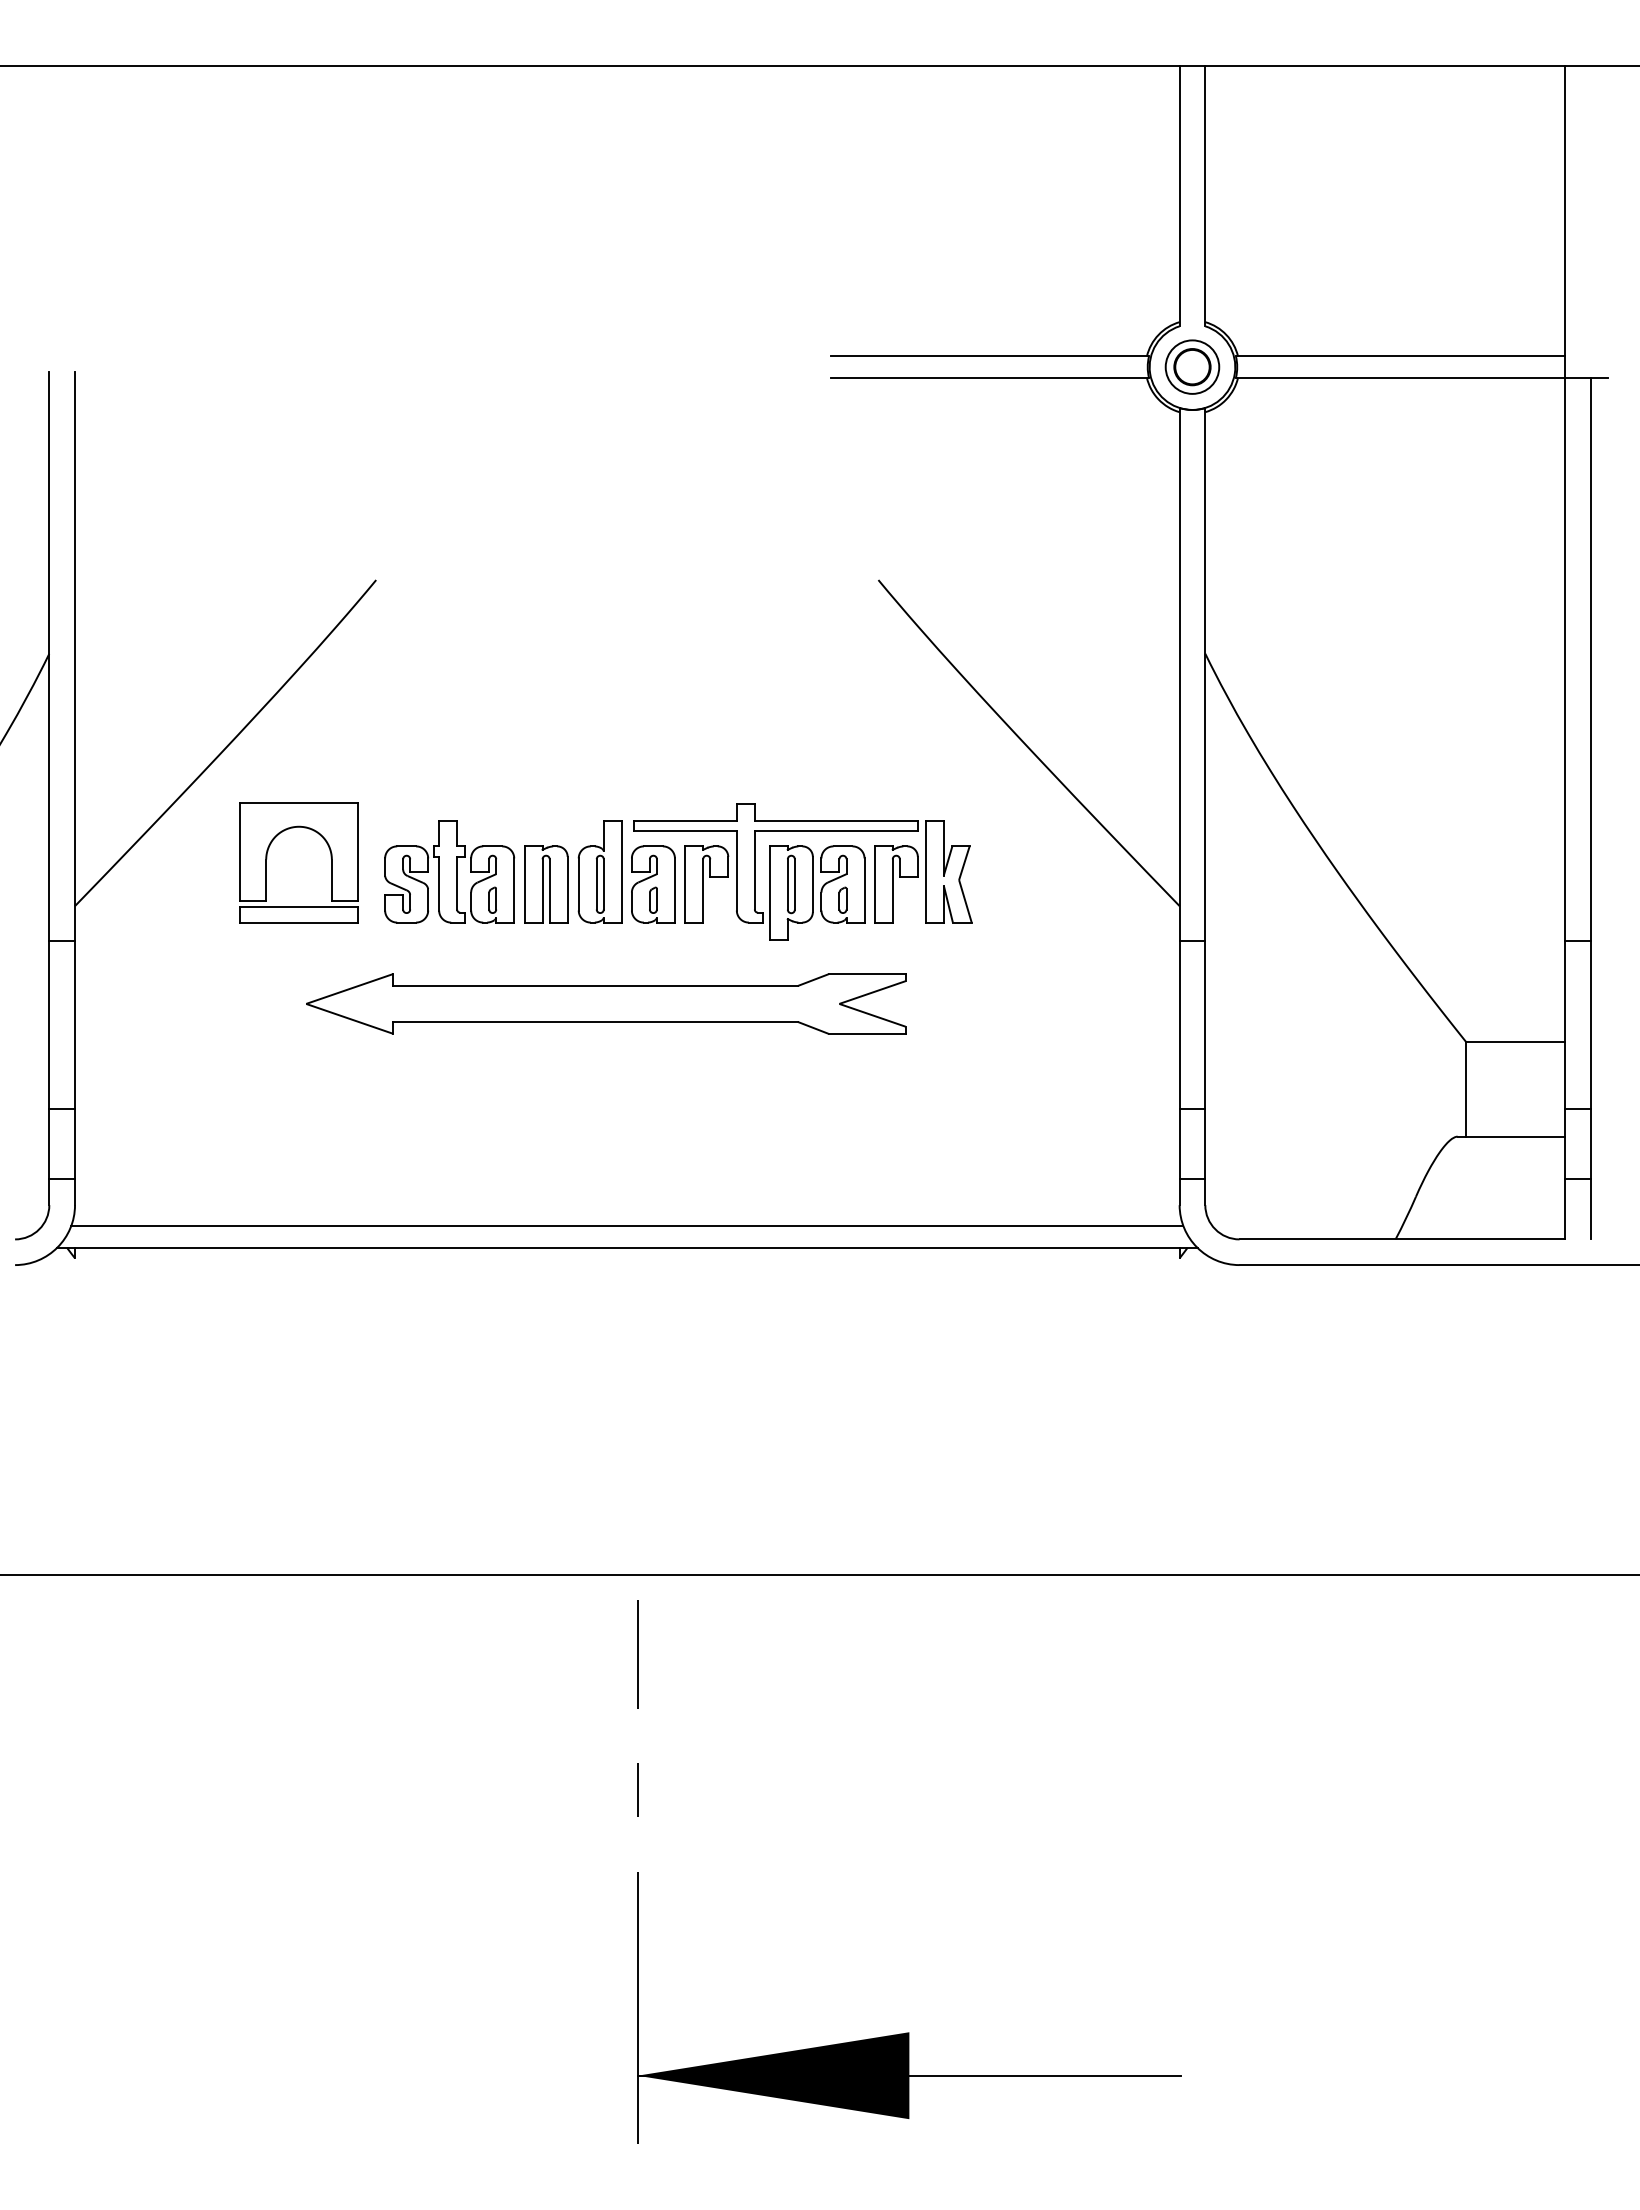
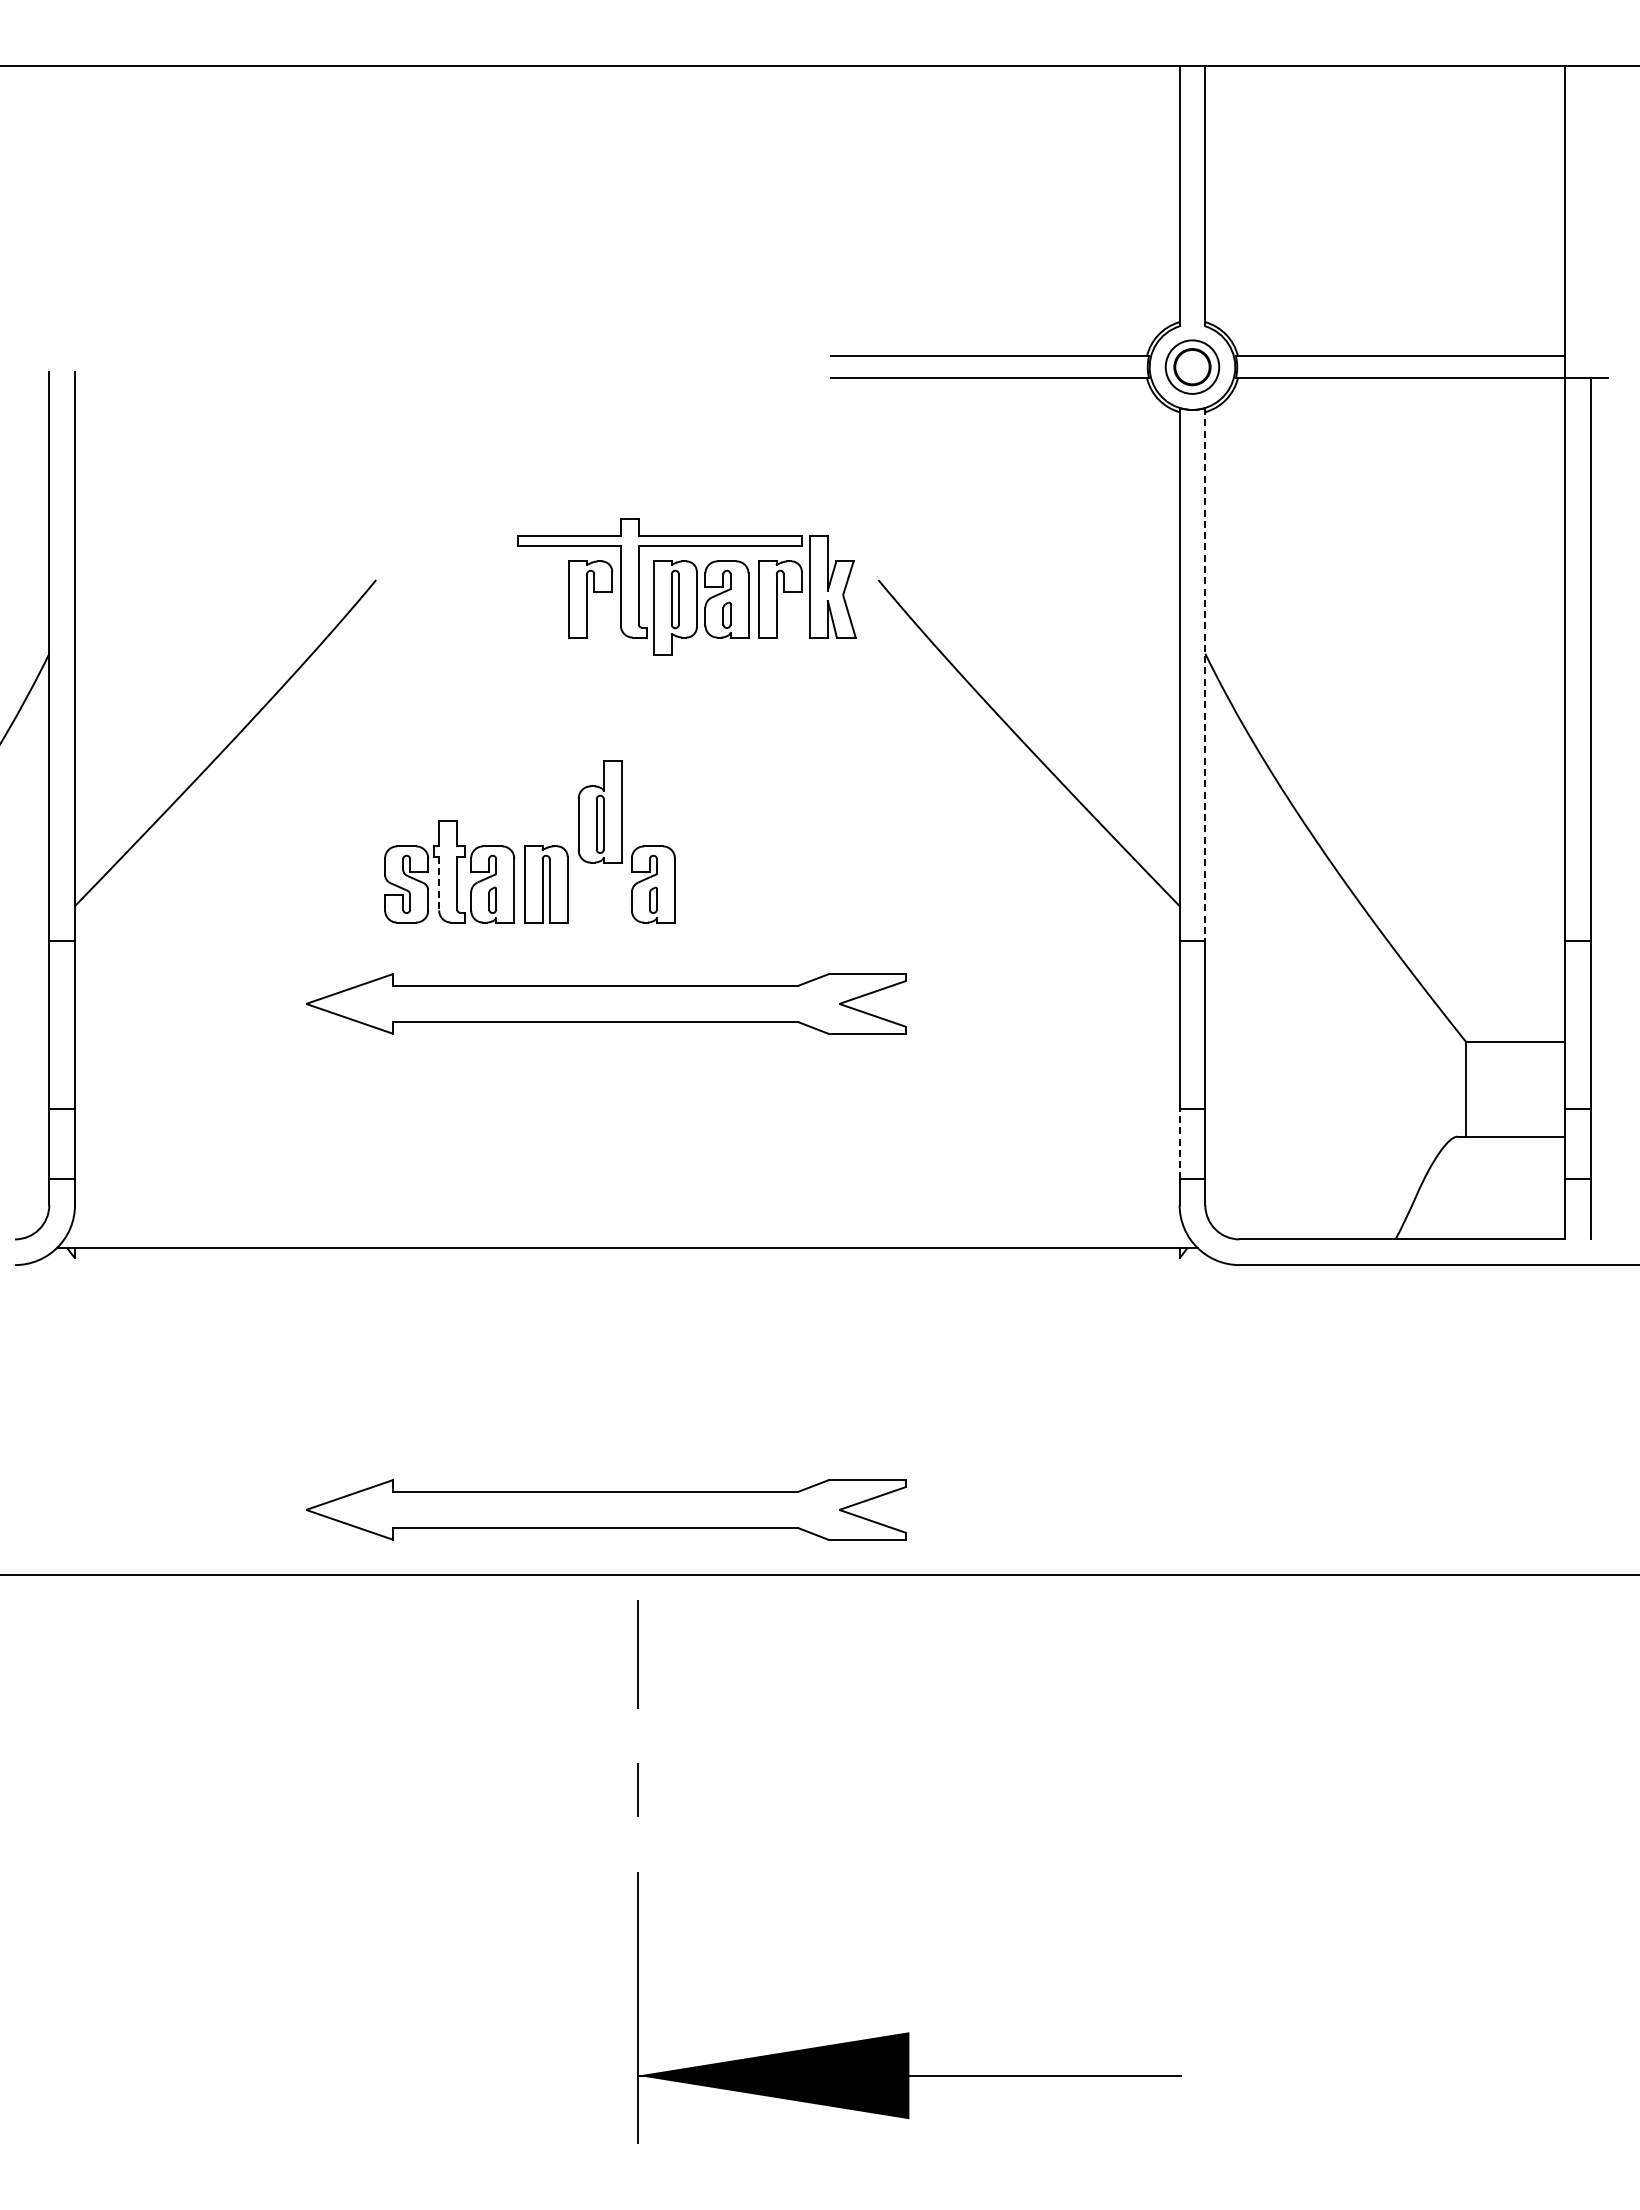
line at (1205, 674): solid -> dashed
part at (267, 858): present -> none
part at (599, 871) position: (599, 871) -> (599, 811)
part at (802, 871) position: (802, 871) -> (686, 586)
line at (439, 883): solid -> dashed
line at (1179, 1143): solid -> dashed
line at (627, 1225): present -> none
part at (606, 1509): none -> present
